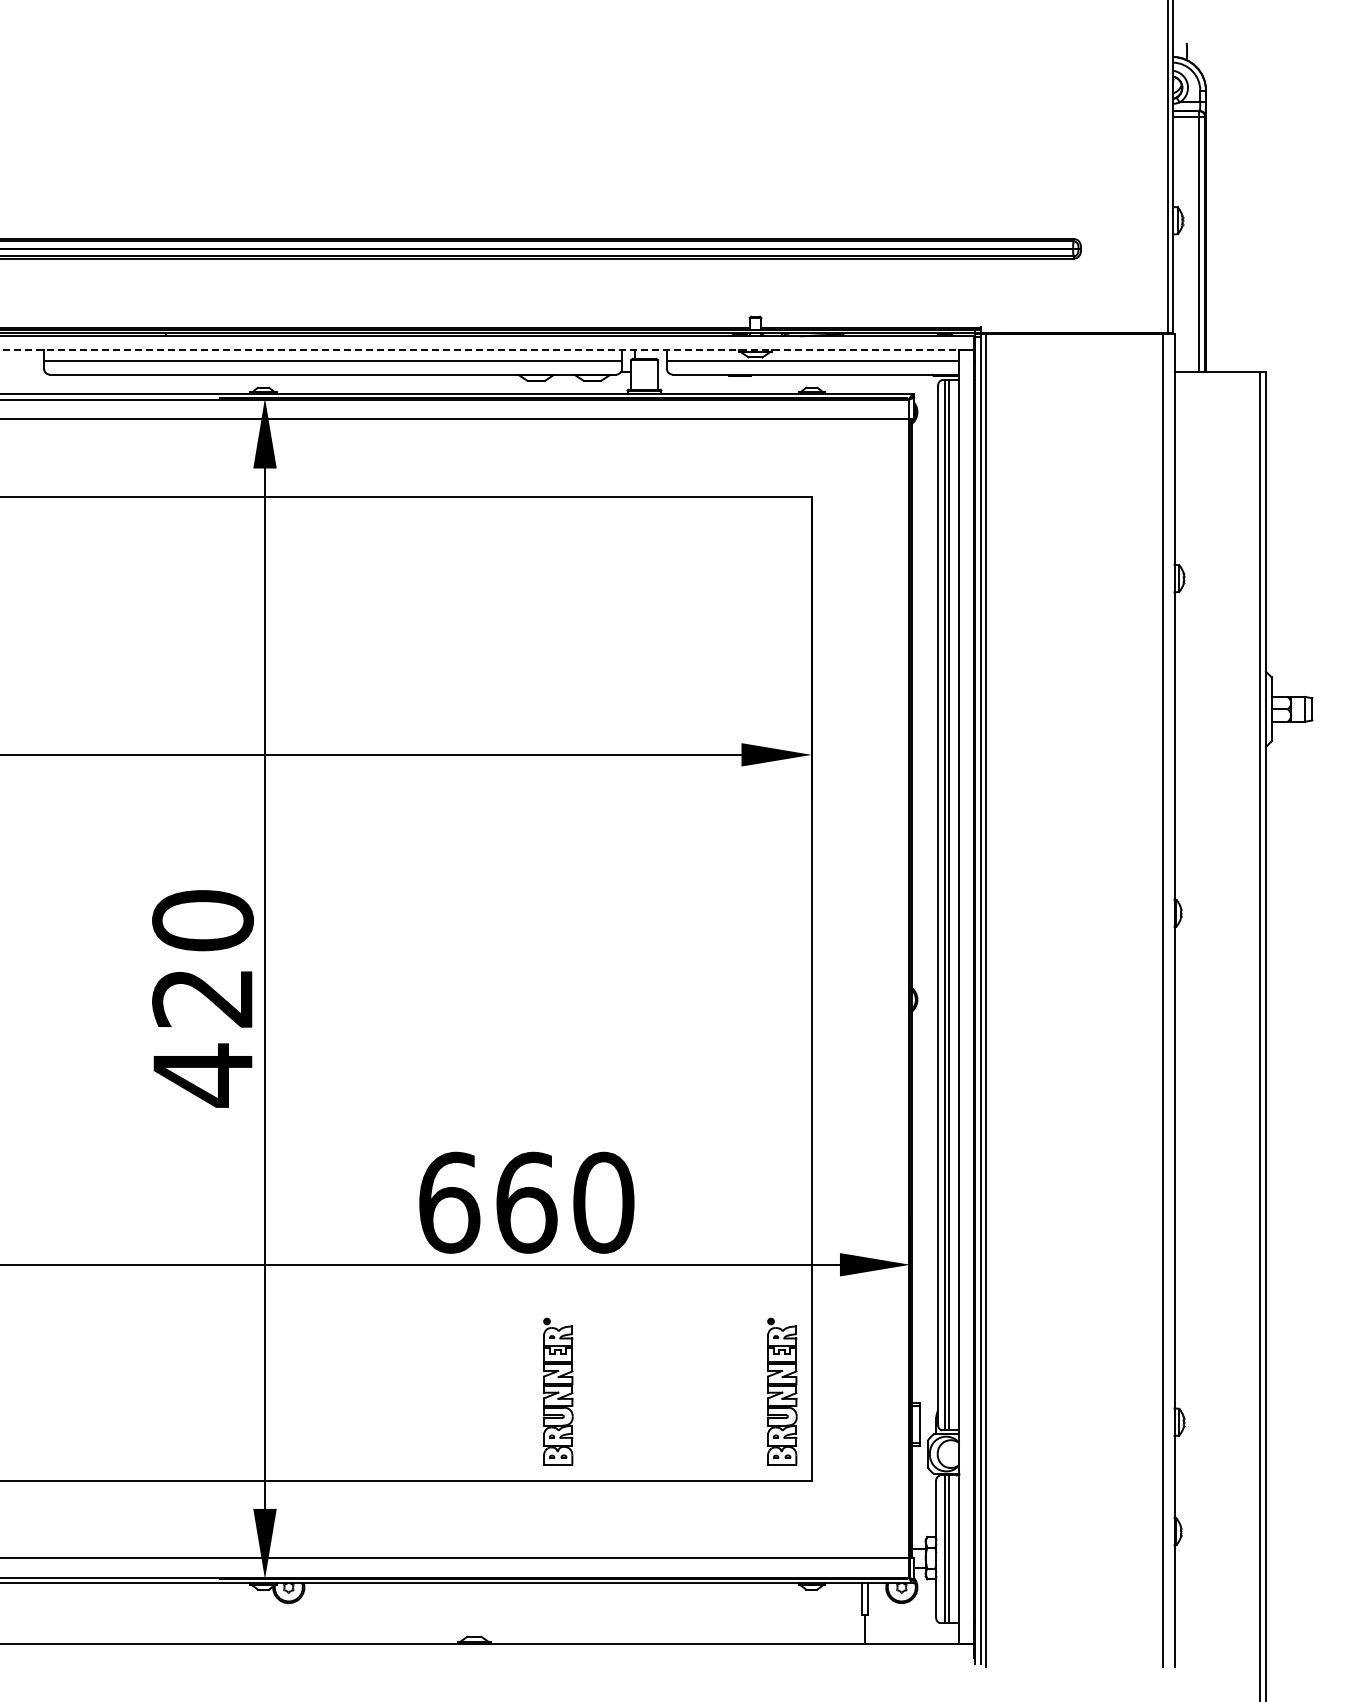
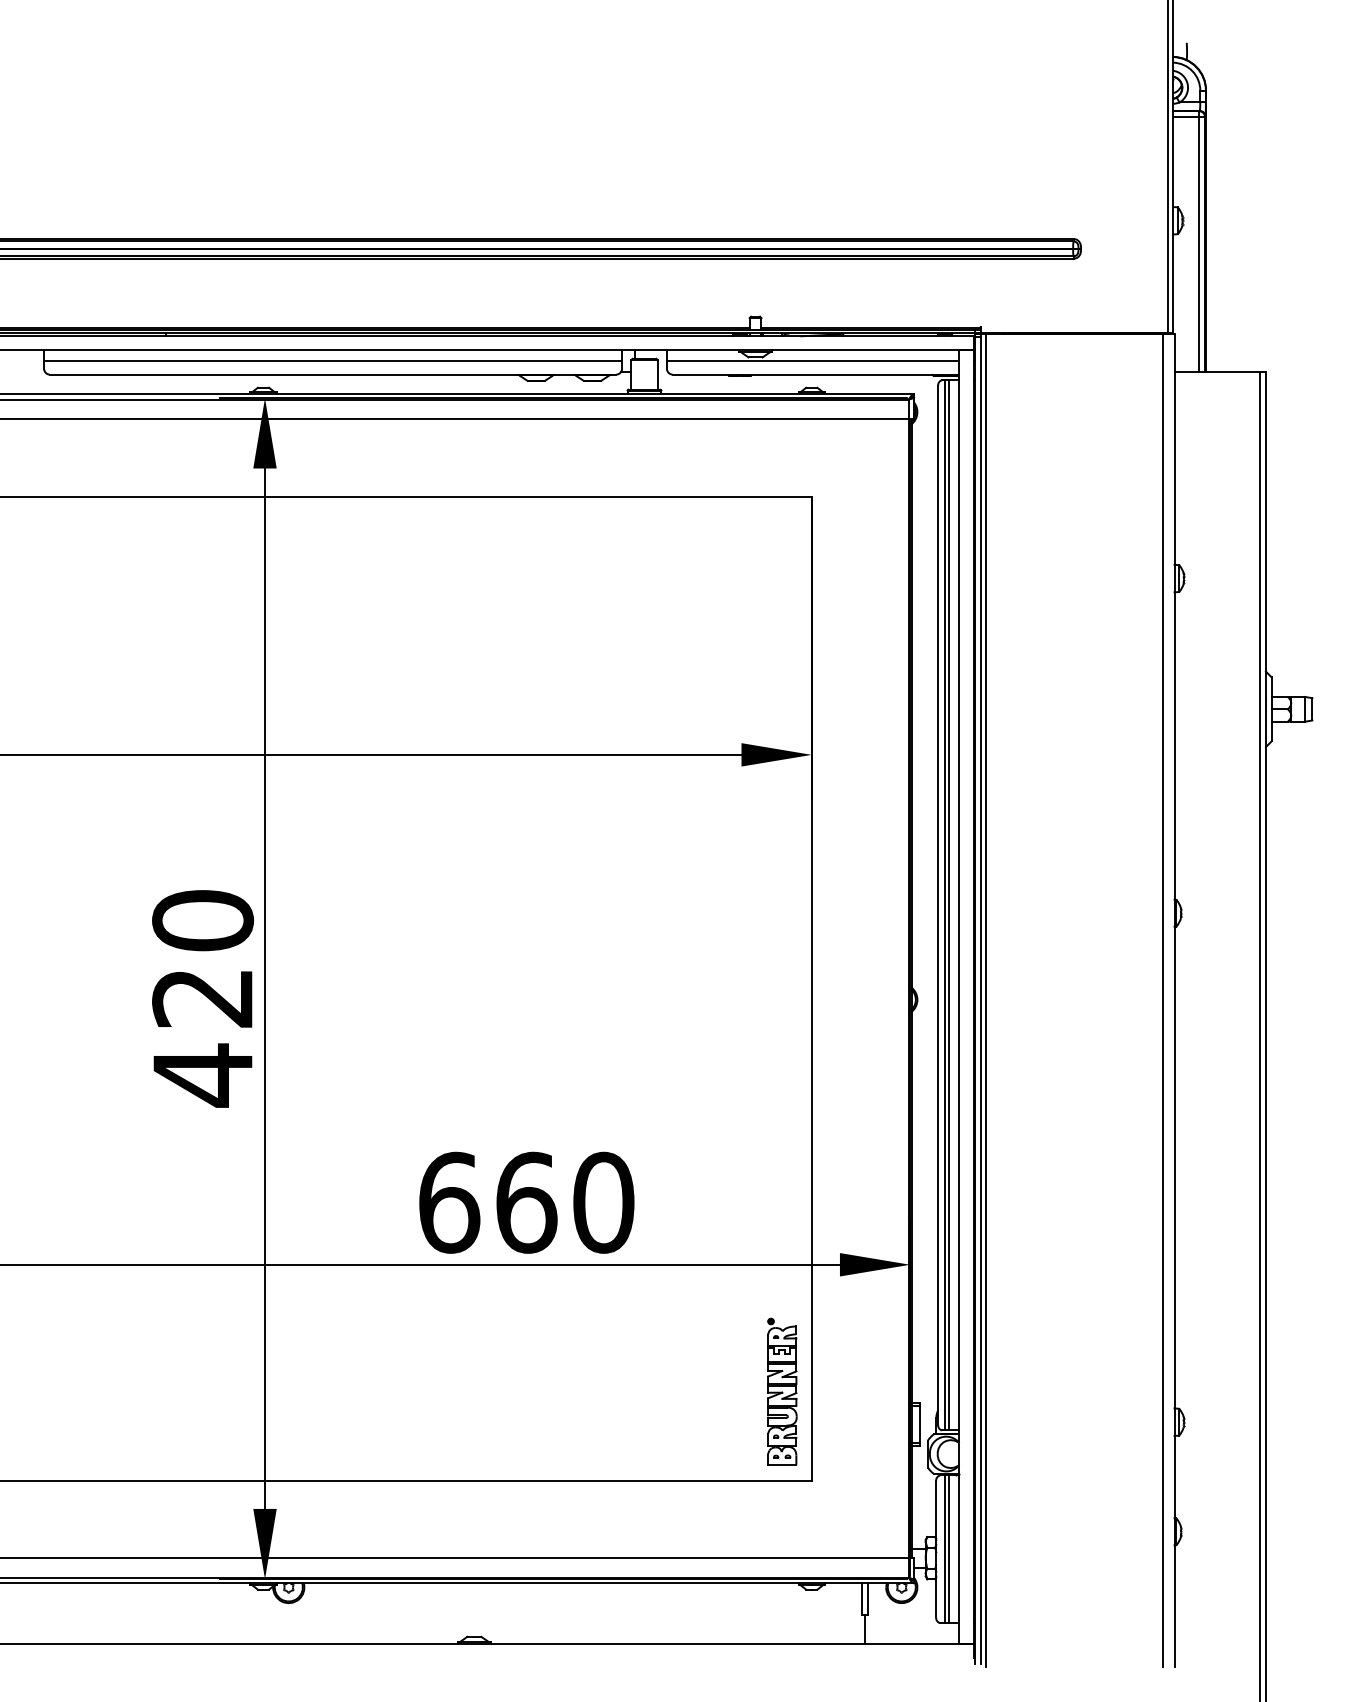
line at (487, 350): dashed -> solid
part at (558, 1391): present -> none
